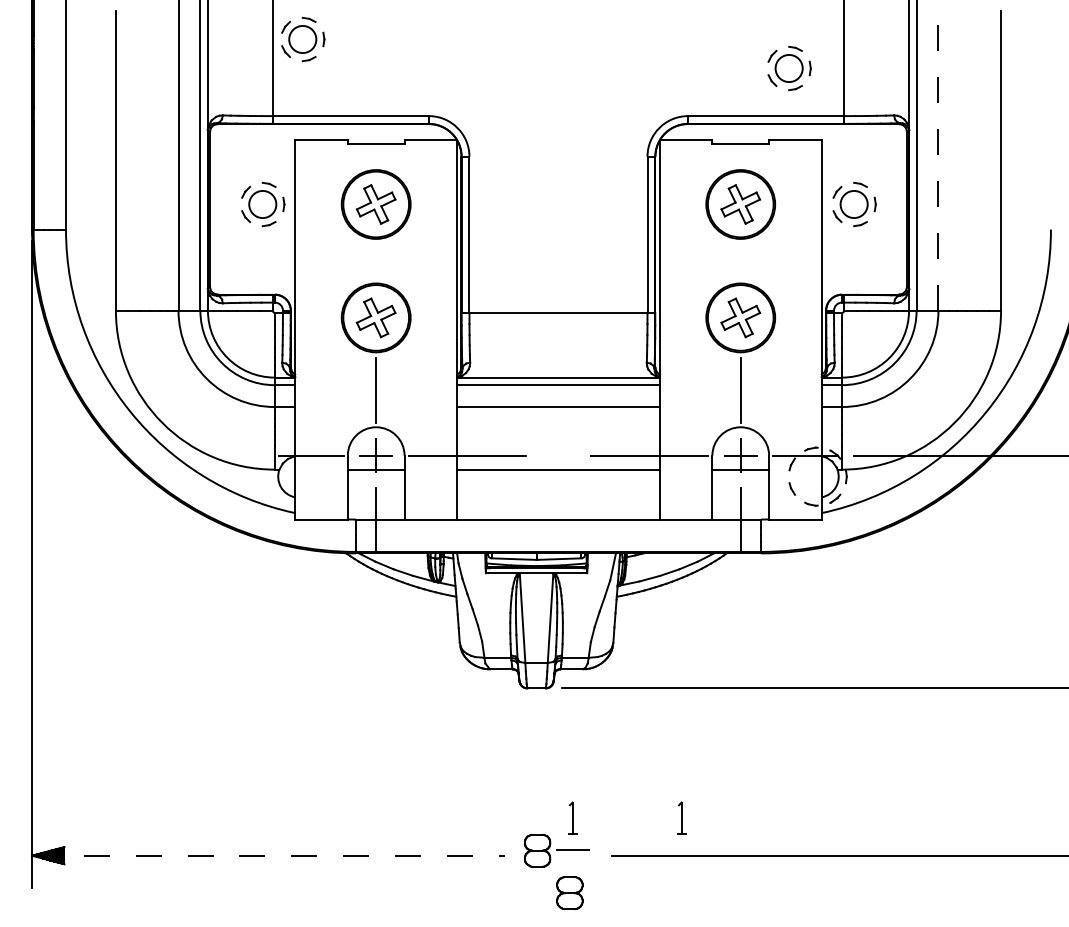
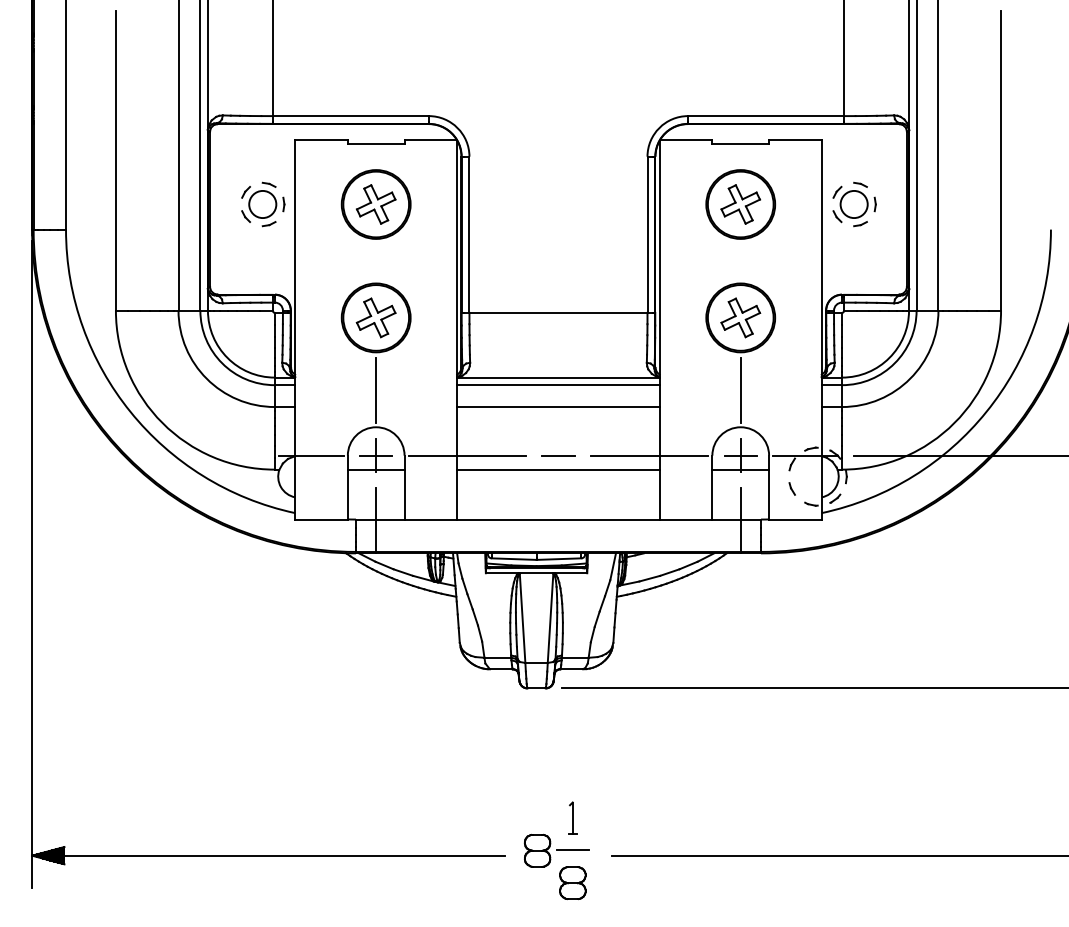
part at (303, 39): present -> none
part at (789, 68): present -> none
line at (938, 155): dashed -> solid
line at (558, 455): none -> present
part at (681, 817): present -> none
line at (268, 855): dashed -> solid
part at (569, 893) position: (569, 893) -> (572, 883)
